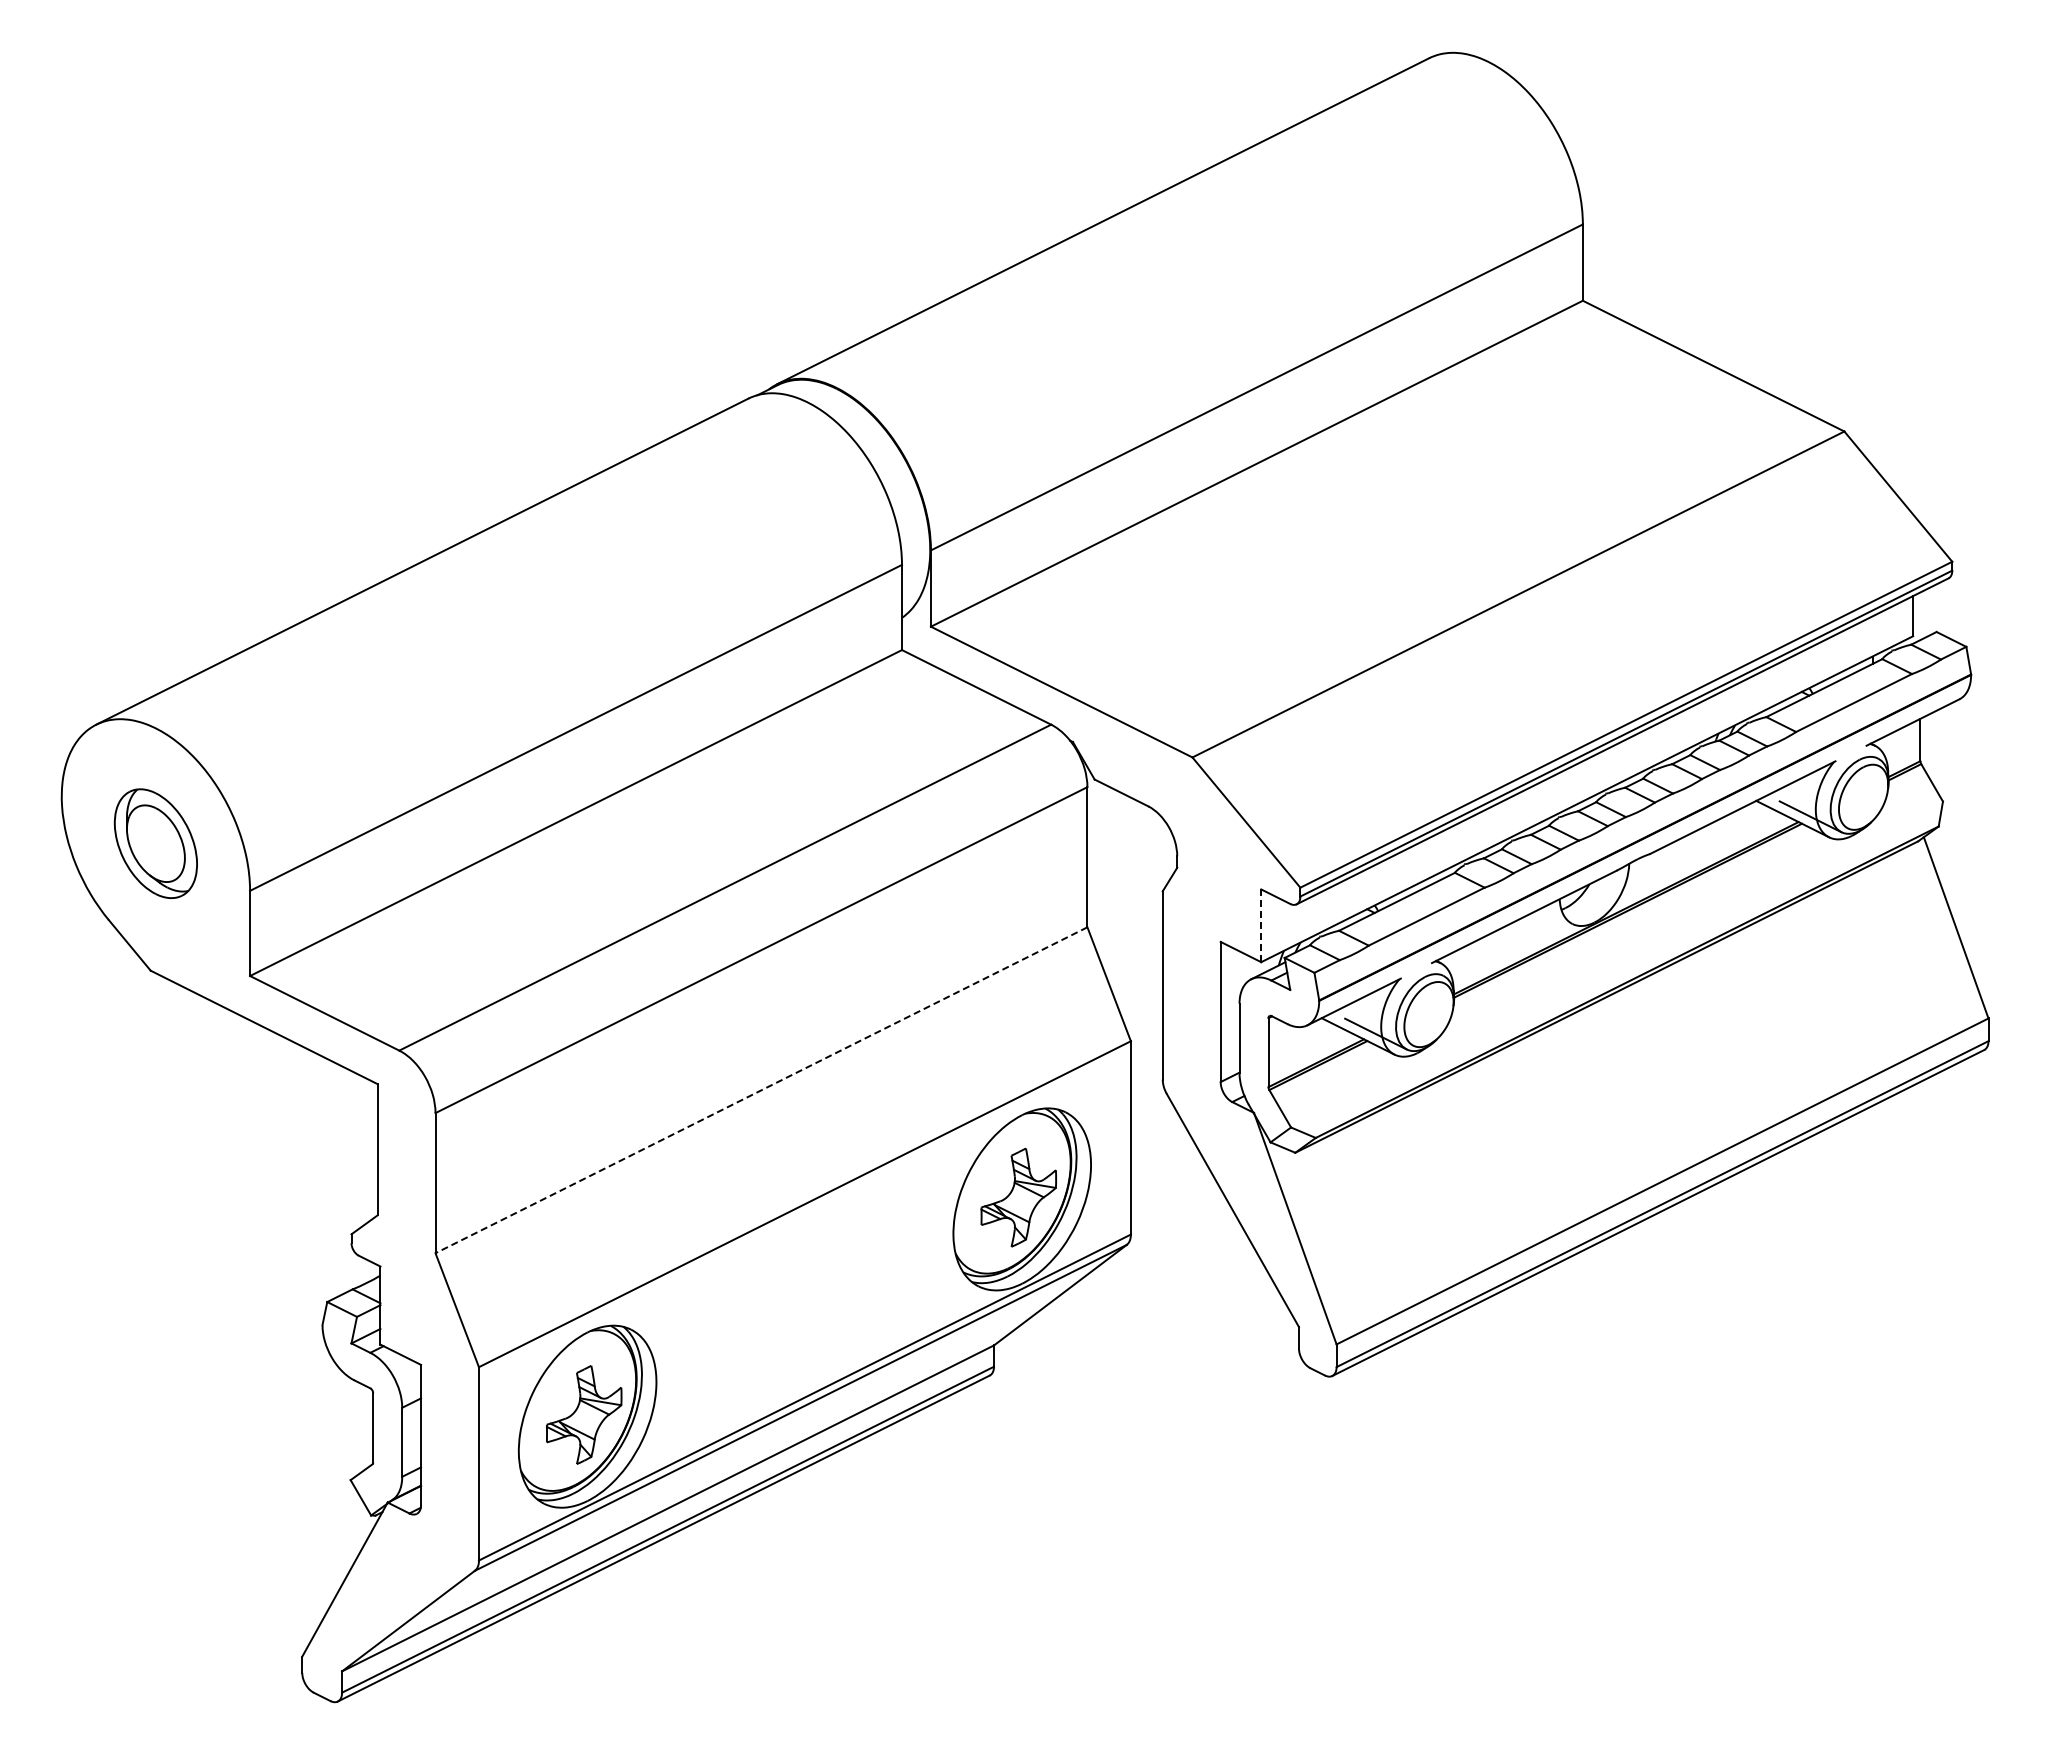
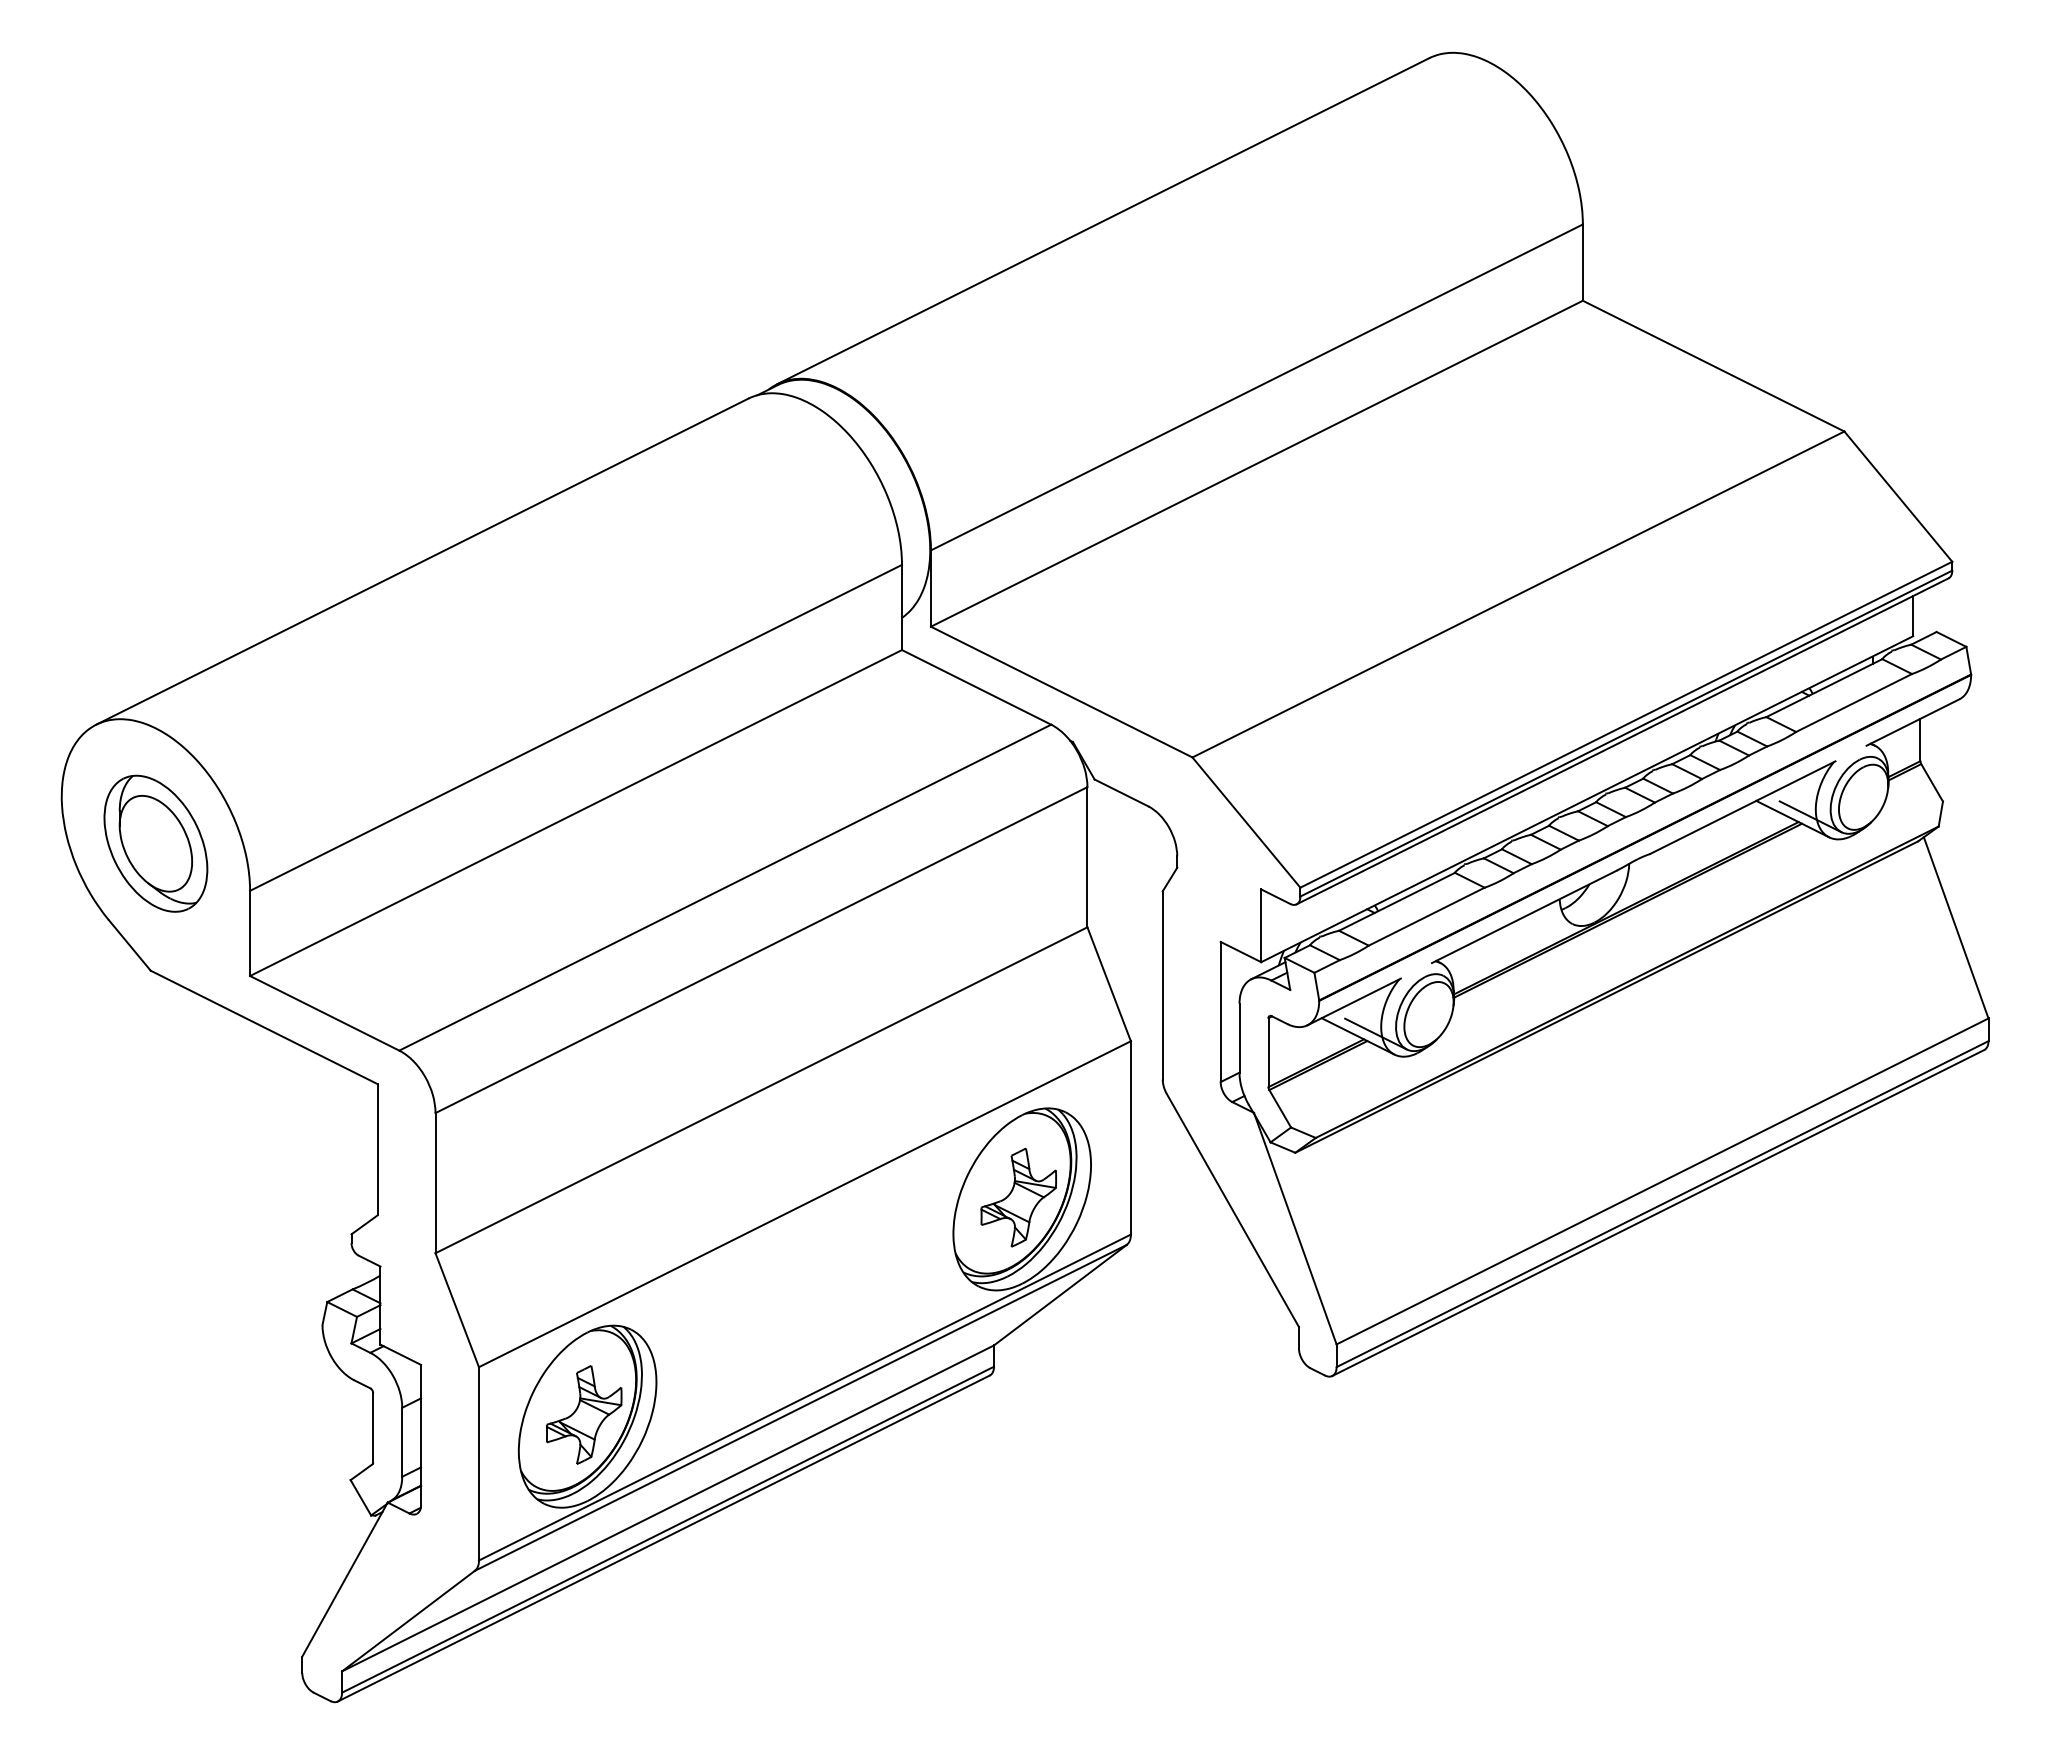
part at (155, 843) size: 85x111 px -> 106x139 px
line at (1261, 926): dashed -> solid
line at (761, 1090): dashed -> solid
